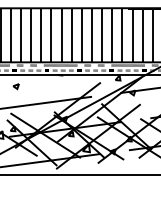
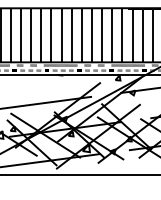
part at (15, 86): present -> none
